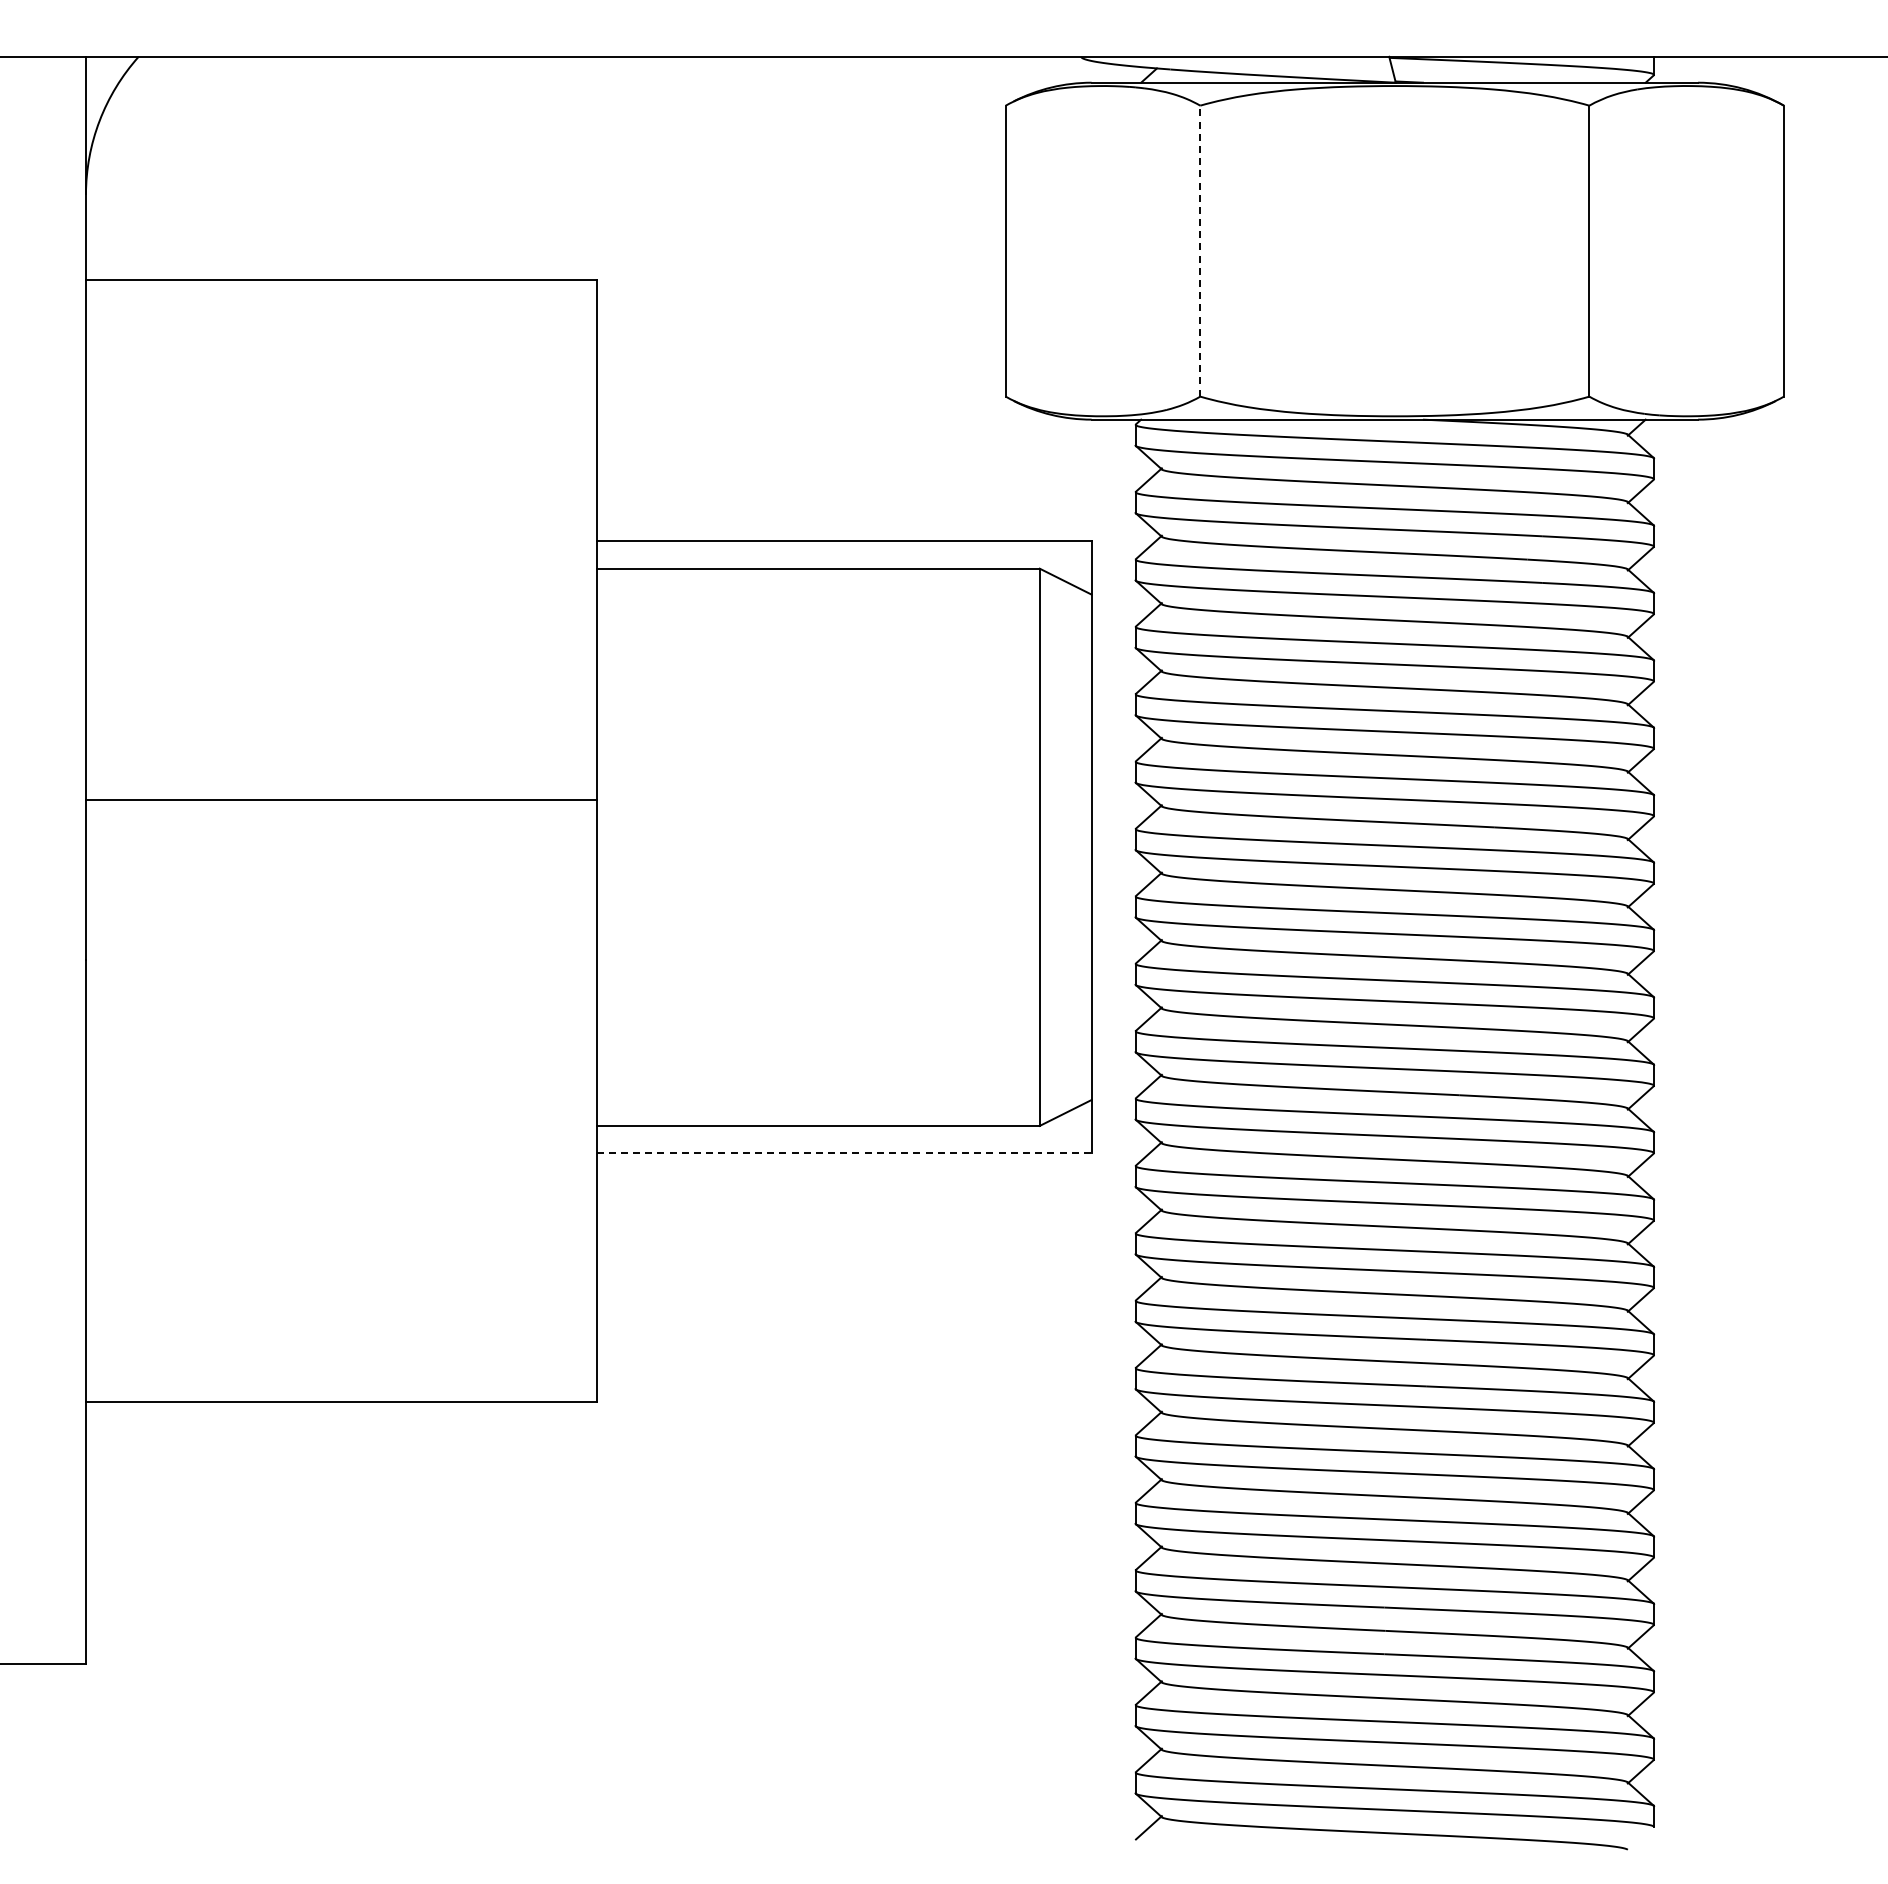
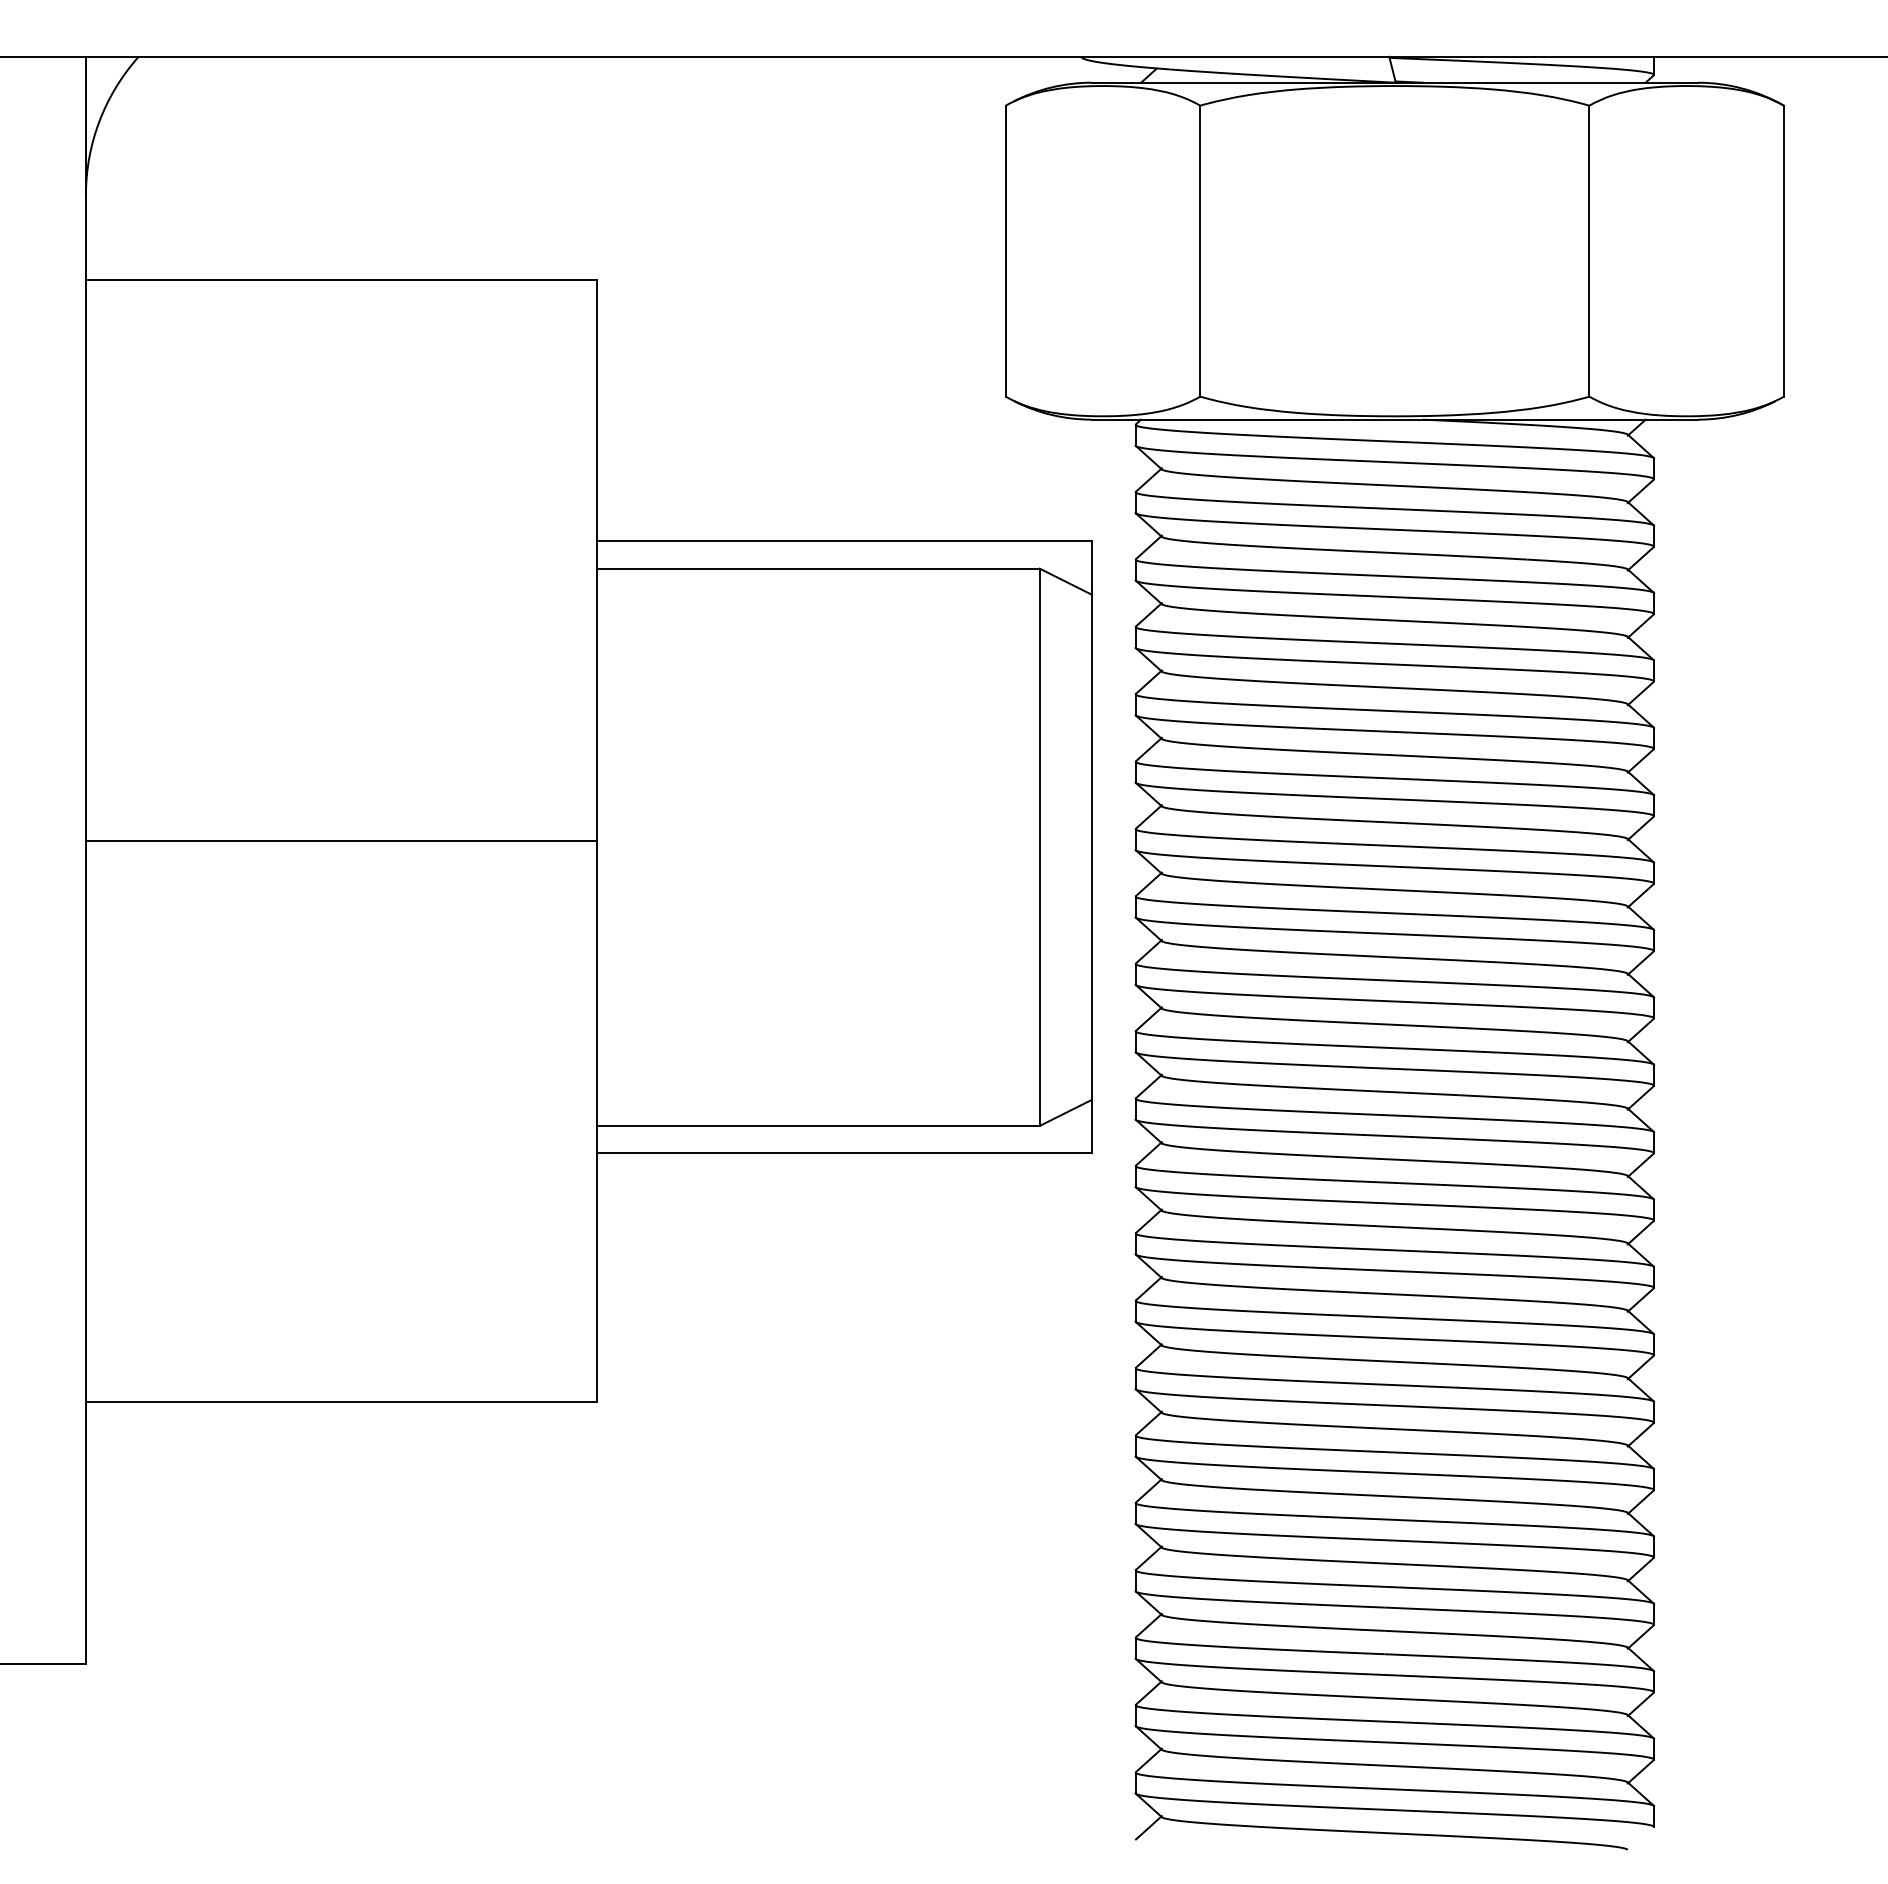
line at (1200, 250): dashed -> solid
line at (340, 799) position: (340, 799) -> (340, 840)
line at (844, 1153): dashed -> solid
